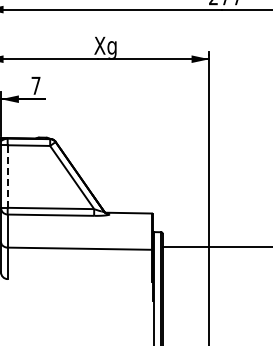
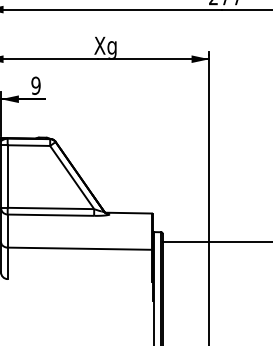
text at (35, 85): 7 -> 9
line at (7, 176): dashed -> solid
line at (215, 246) position: (215, 246) -> (215, 241)
